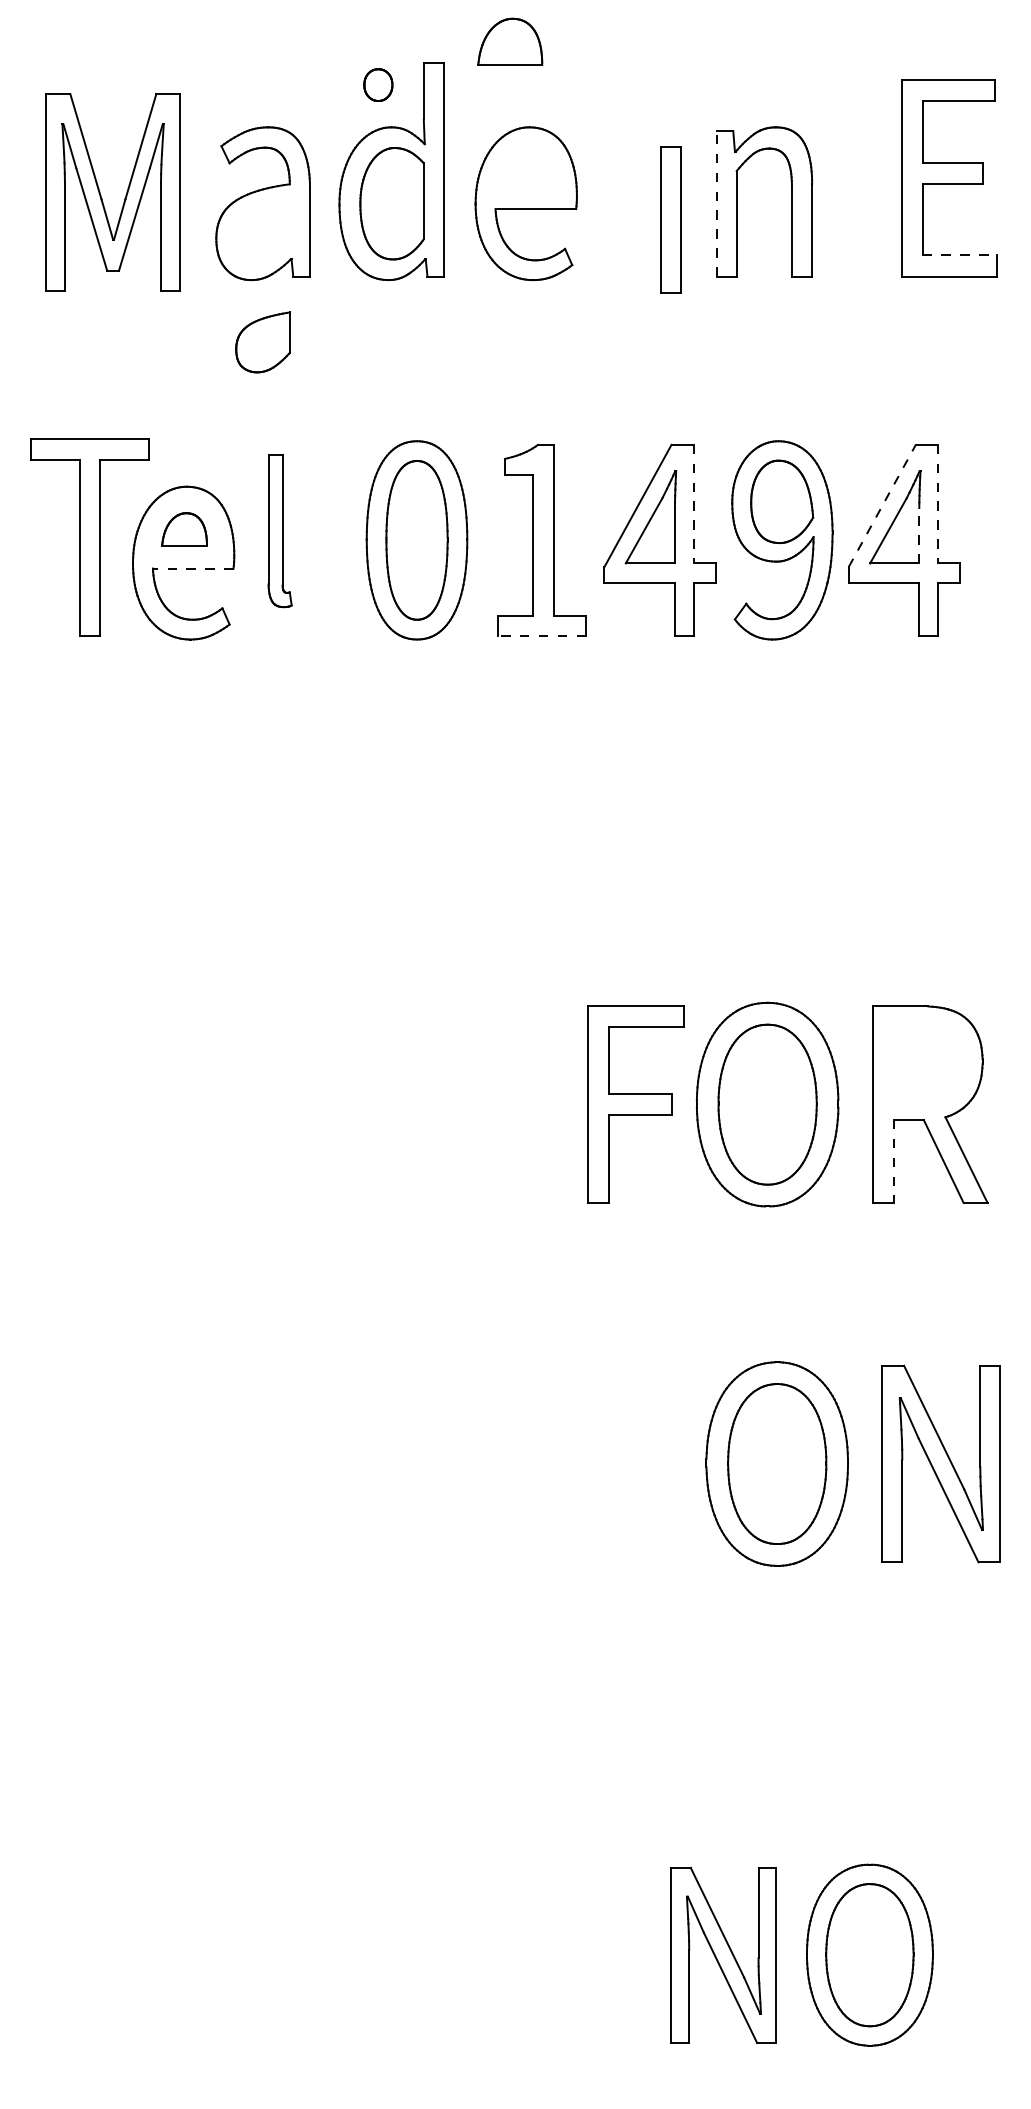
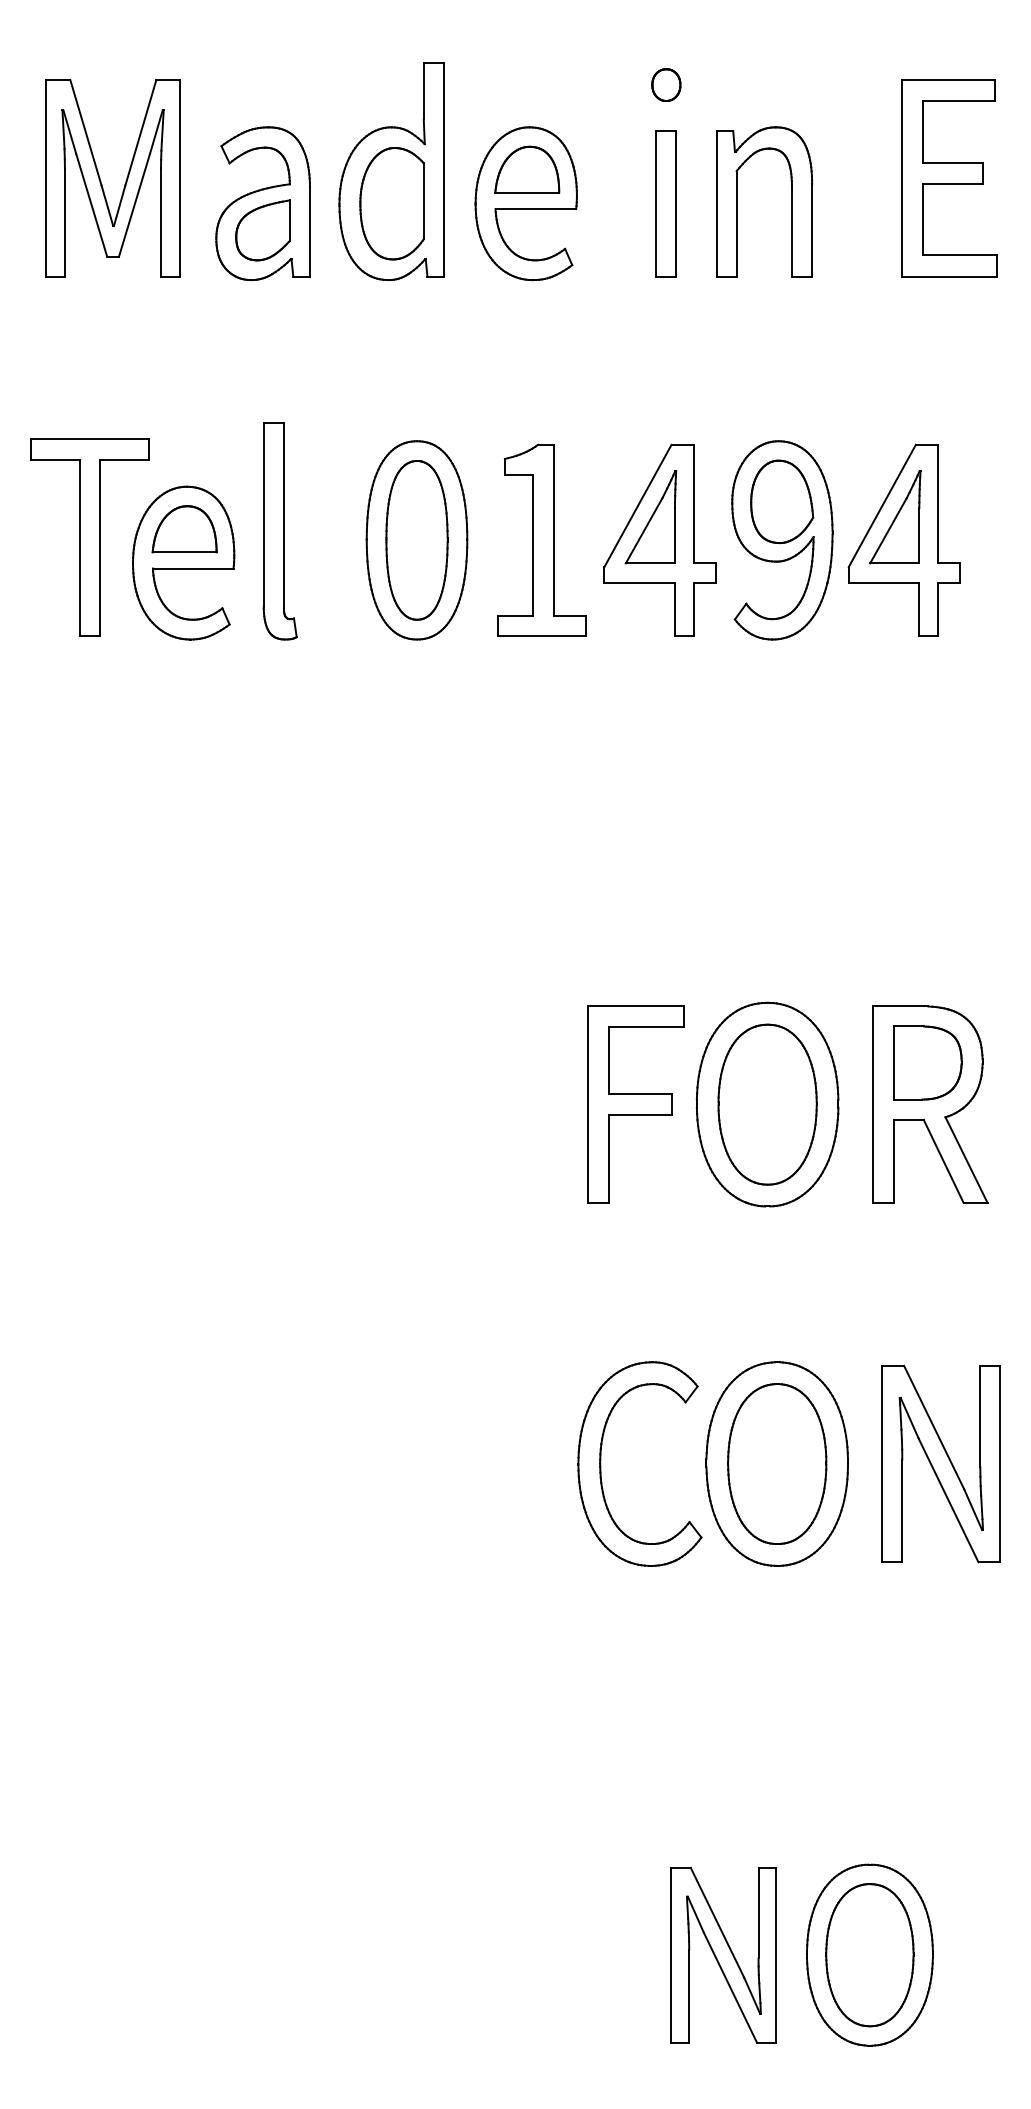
part at (510, 41) position: (510, 41) -> (527, 169)
part at (378, 84) position: (378, 84) -> (666, 84)
part at (101, 195) position: (101, 195) -> (101, 181)
line at (716, 203): dashed -> solid
part at (670, 219) position: (670, 219) -> (665, 203)
line at (960, 255): dashed -> solid
part at (262, 342) position: (262, 342) -> (262, 230)
line at (694, 504): dashed -> solid
line at (938, 504): dashed -> solid
line at (882, 505): dashed -> solid
part at (184, 529) size: 47x35 px -> 67x49 px
part at (279, 531) size: 26x155 px -> 36x219 px
line at (919, 535): dashed -> solid
line at (192, 568): dashed -> solid
line at (541, 635): dashed -> solid
part at (927, 1062): none -> present
line at (893, 1161): dashed -> solid
part at (601, 1463): none -> present
